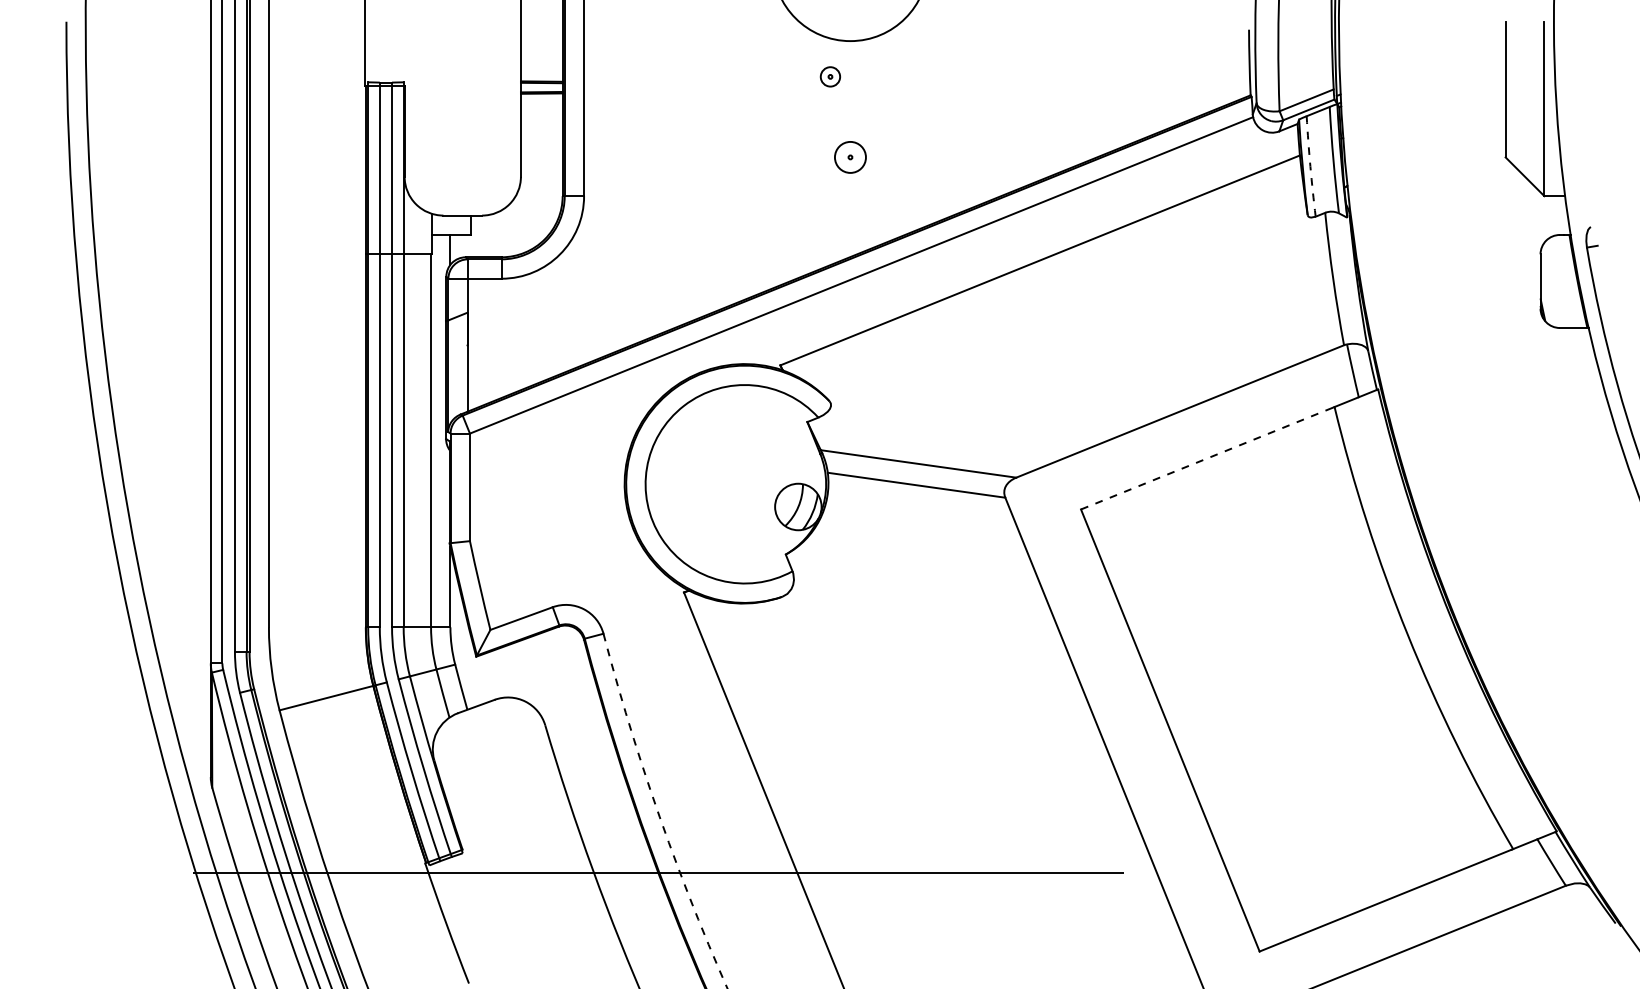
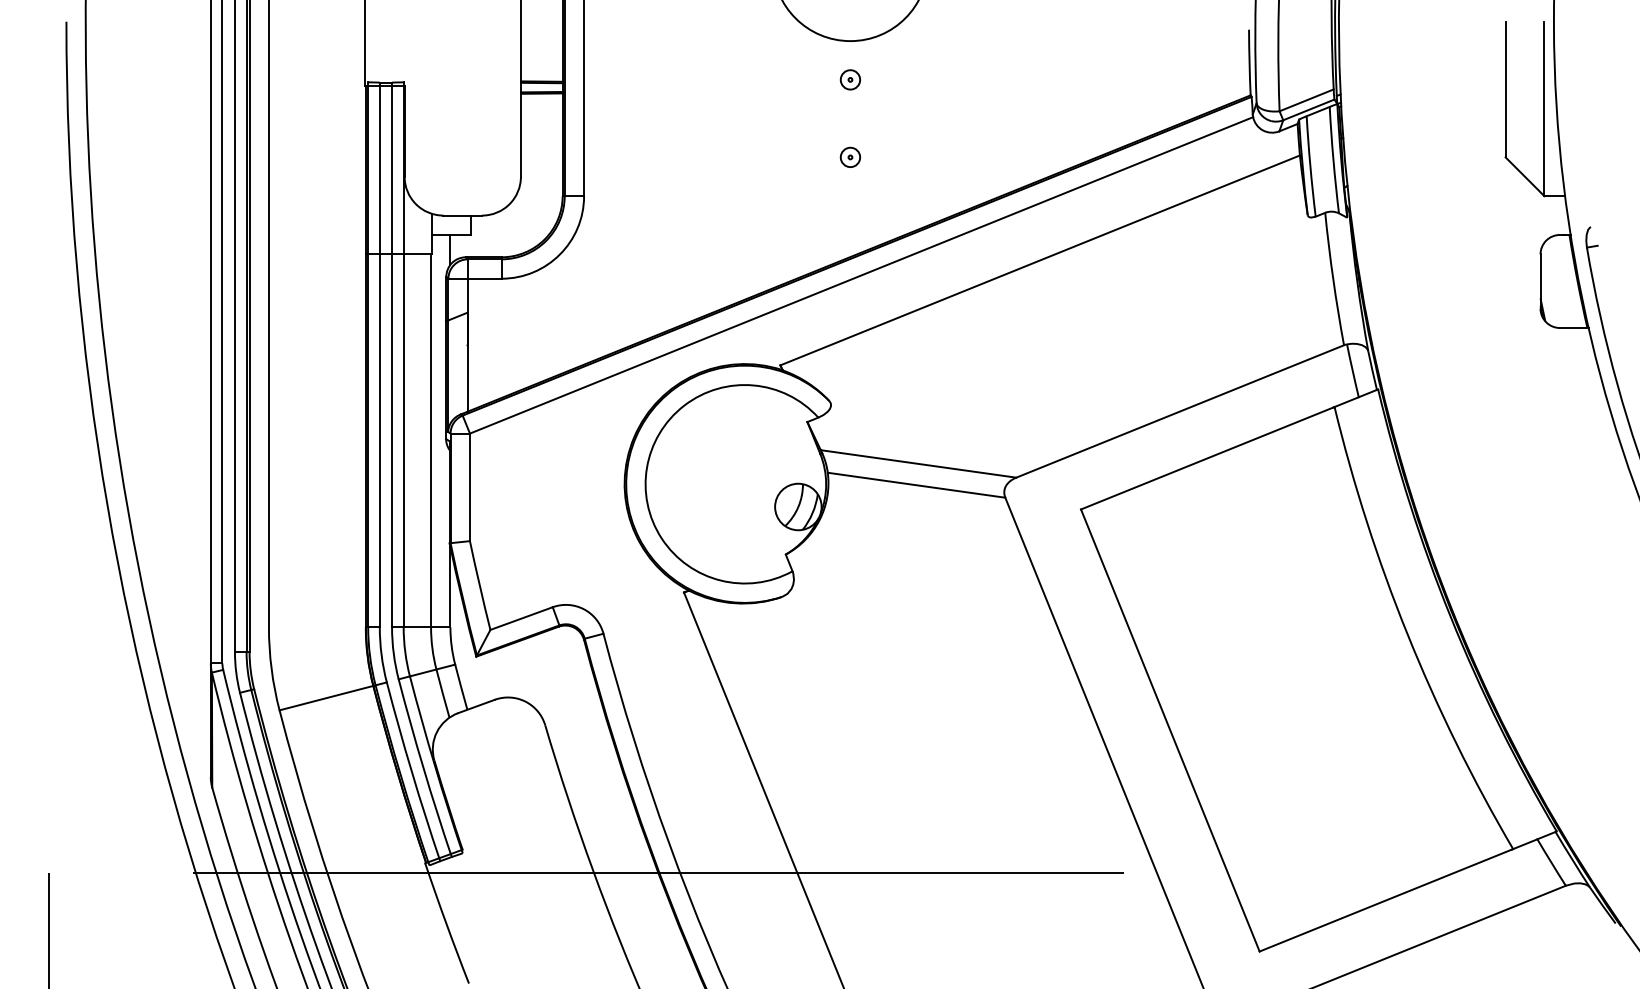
part at (829, 76) position: (829, 76) -> (849, 79)
circle at (849, 156) diameter: 31 px -> 19 px
arc at (1310, 166): dashed -> solid
line at (1207, 458): dashed -> solid
arc at (658, 814): dashed -> solid
line at (49, 929): none -> present
